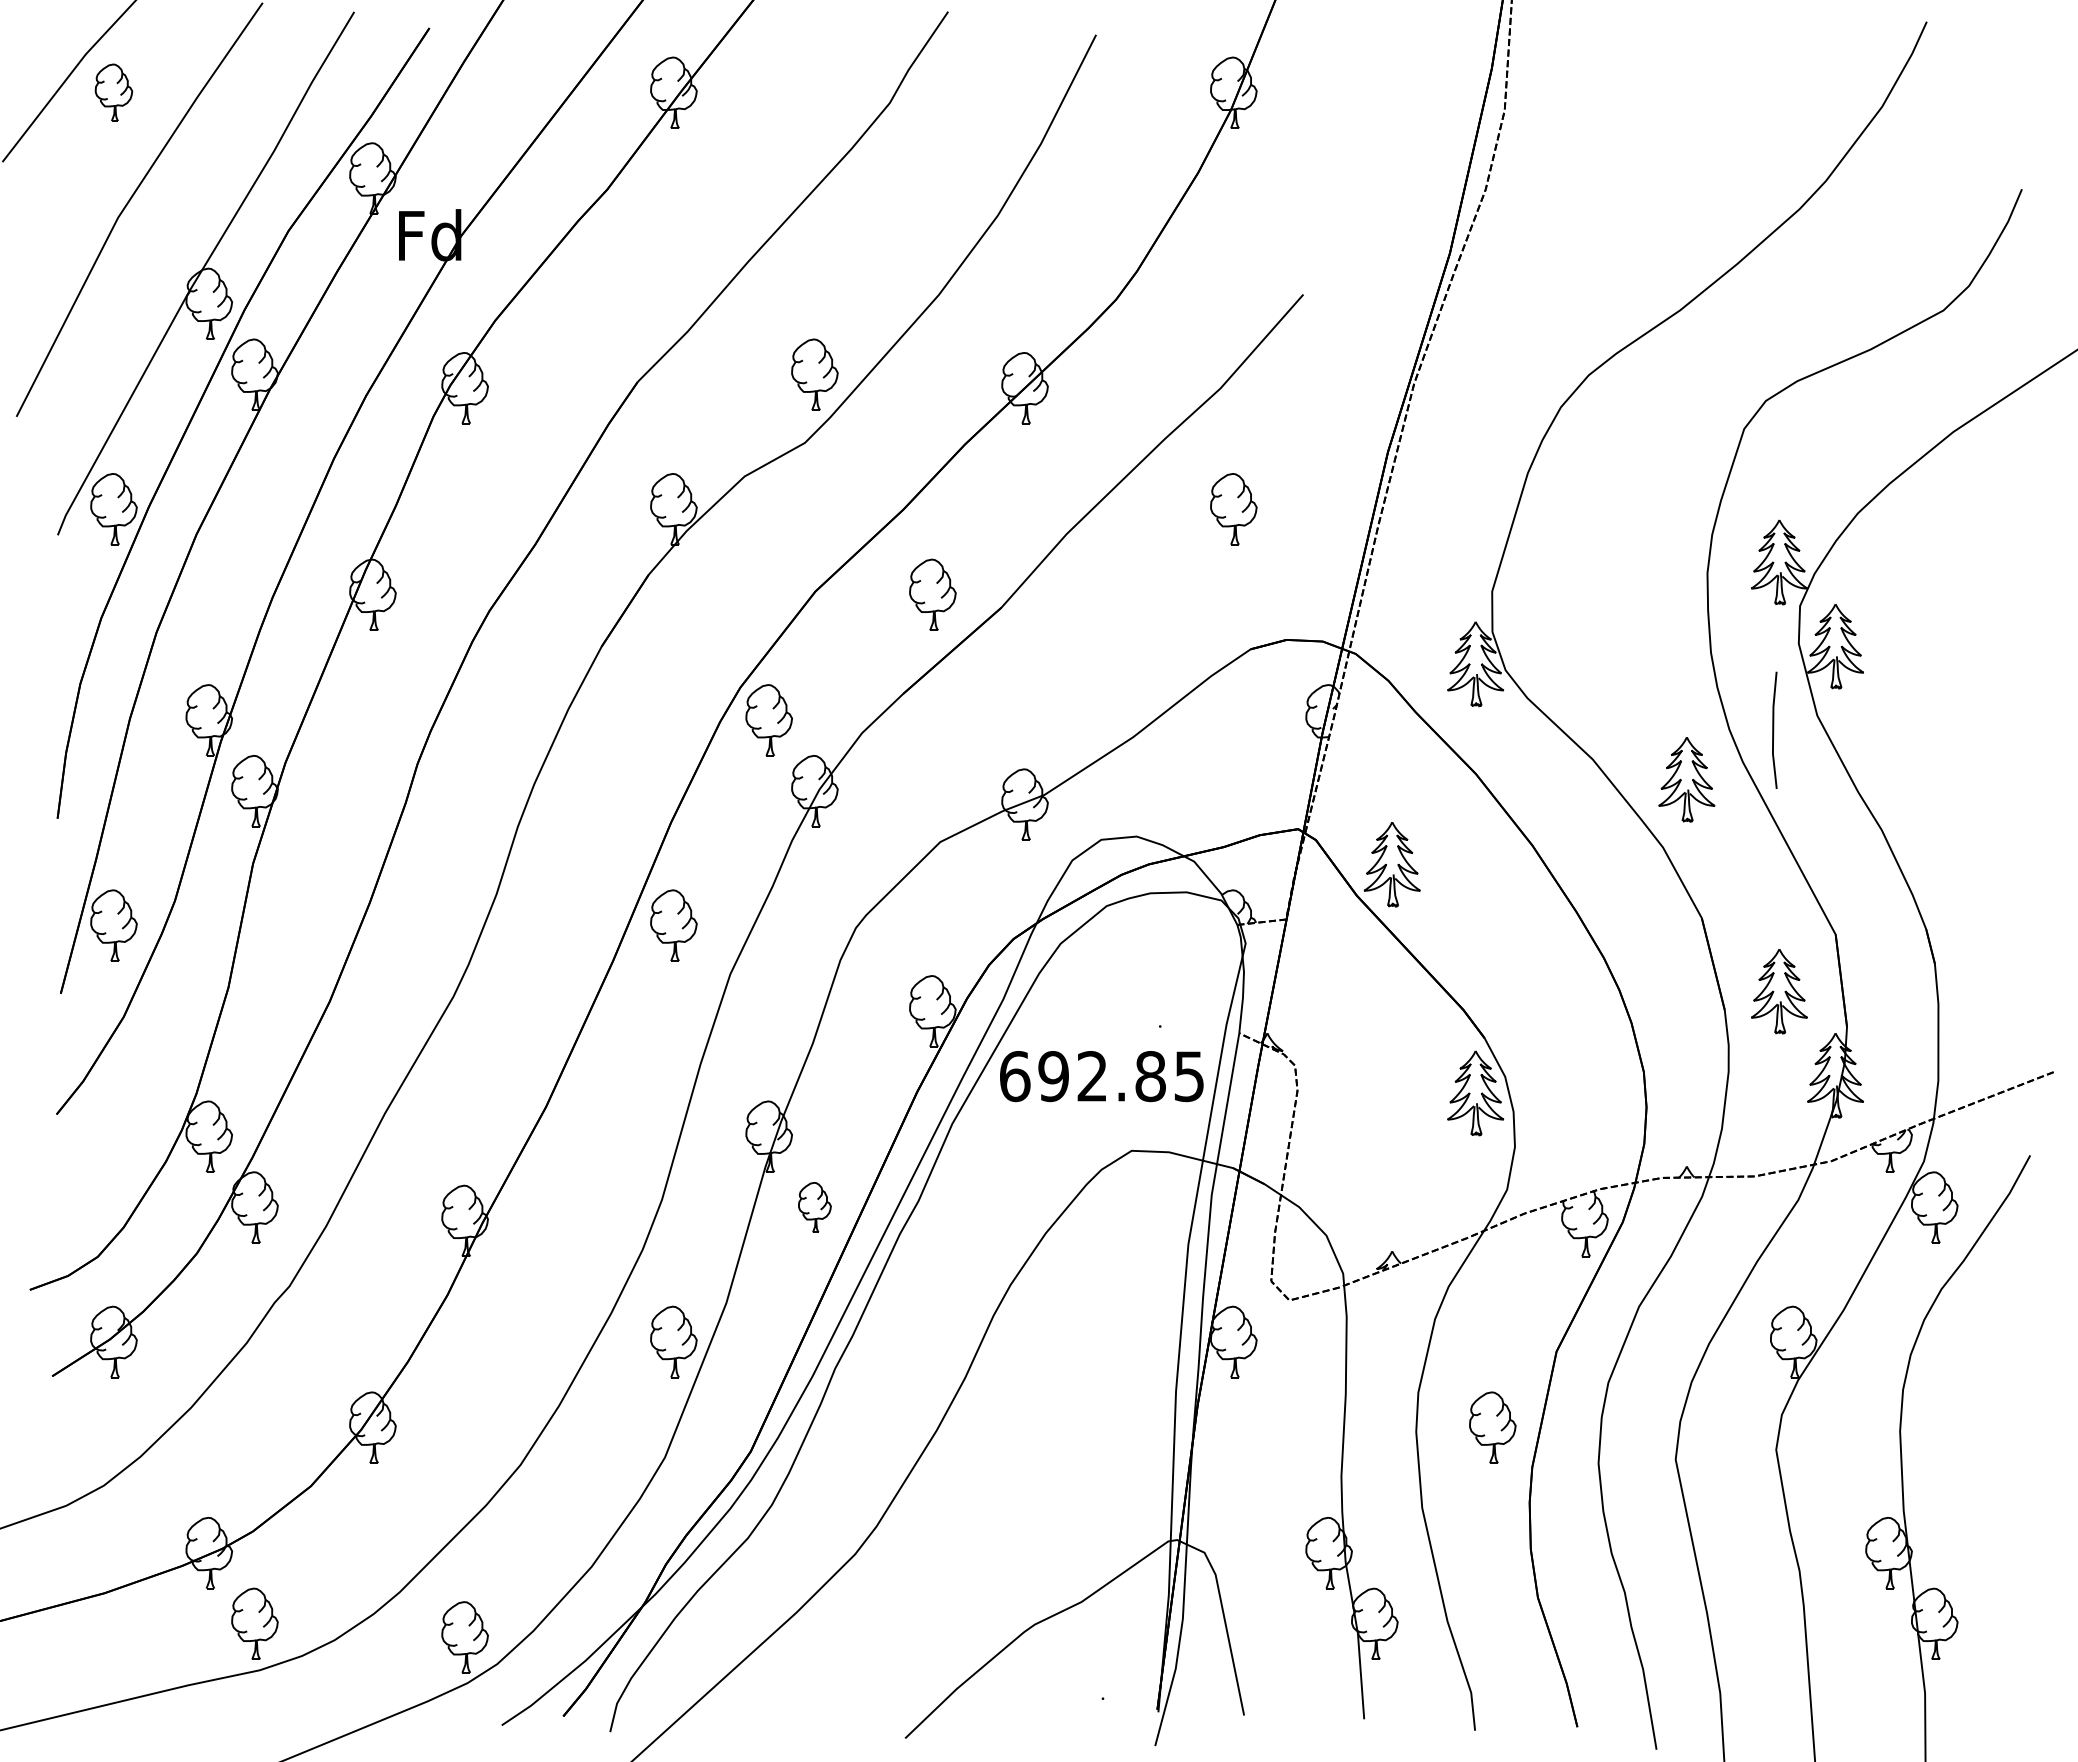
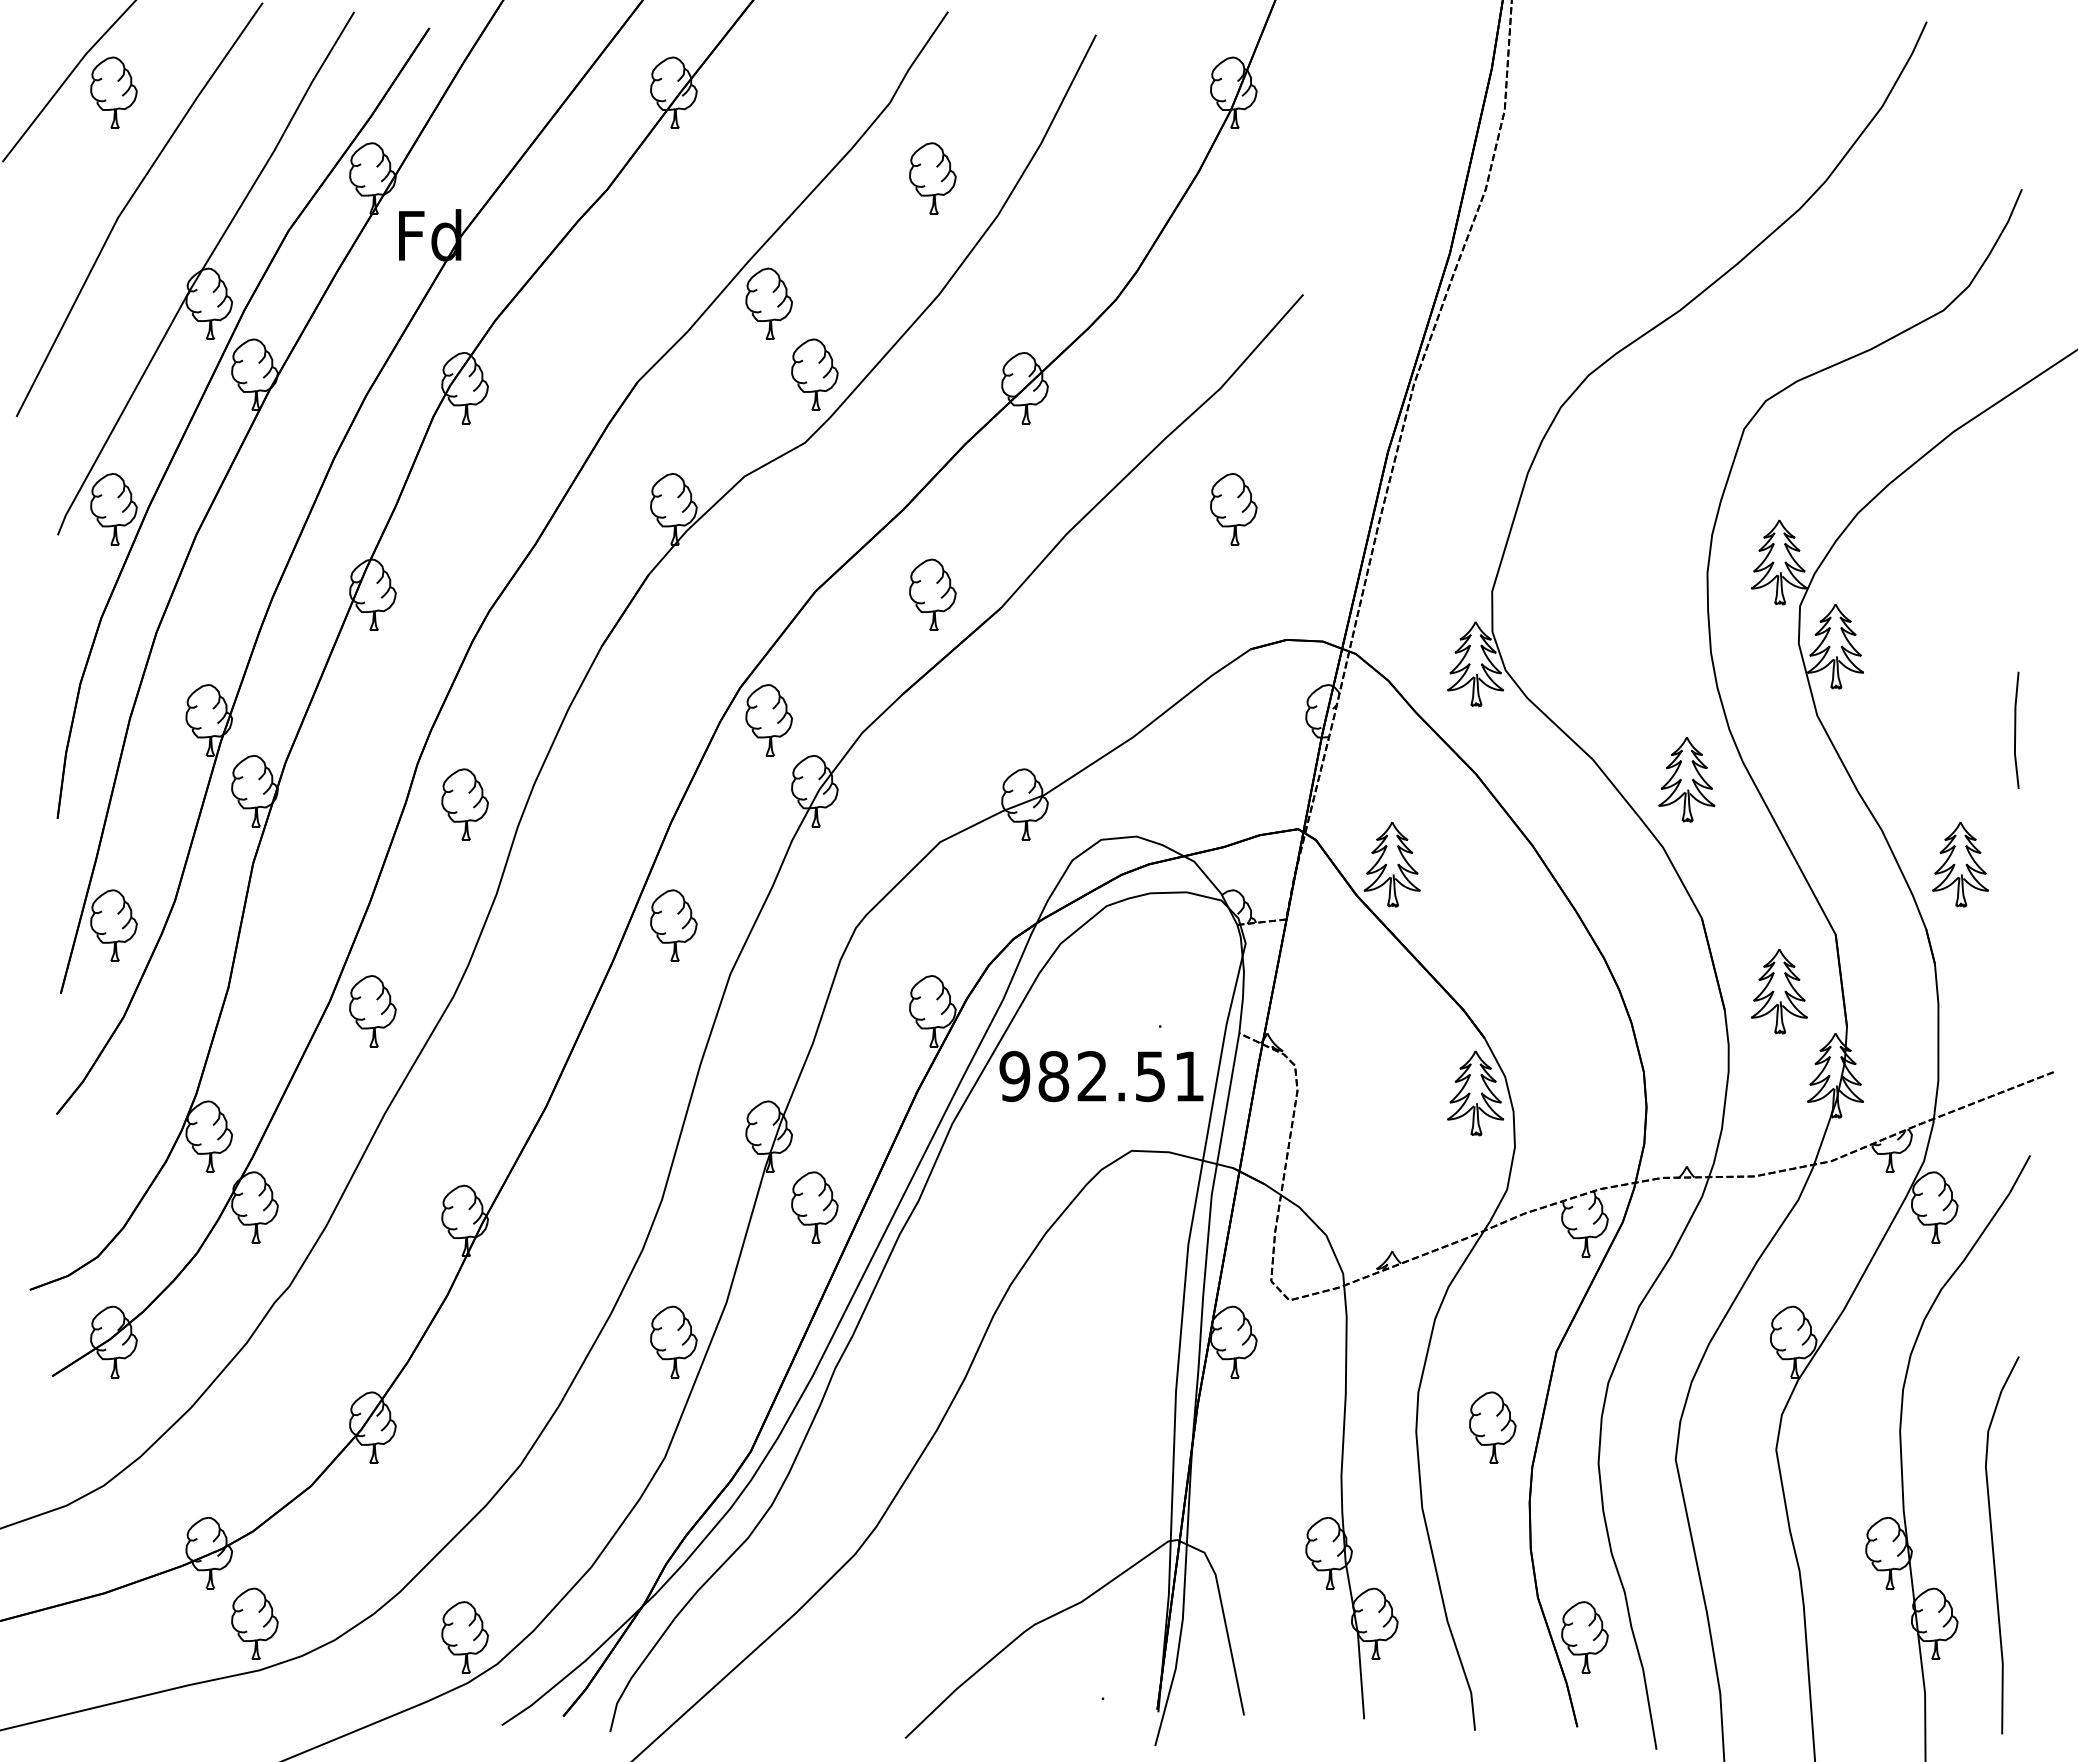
part at (113, 92) size: 40x59 px -> 48x73 px
part at (932, 178): none -> present
part at (768, 303): none -> present
line at (1774, 729) position: (1774, 729) -> (2016, 729)
part at (464, 804): none -> present
part at (1960, 864): none -> present
part at (372, 1011): none -> present
text at (1101, 1076): 692.85 -> 982.51
part at (814, 1207) size: 34x51 px -> 48x73 px
curve at (1993, 1545): none -> present
part at (1584, 1637): none -> present
